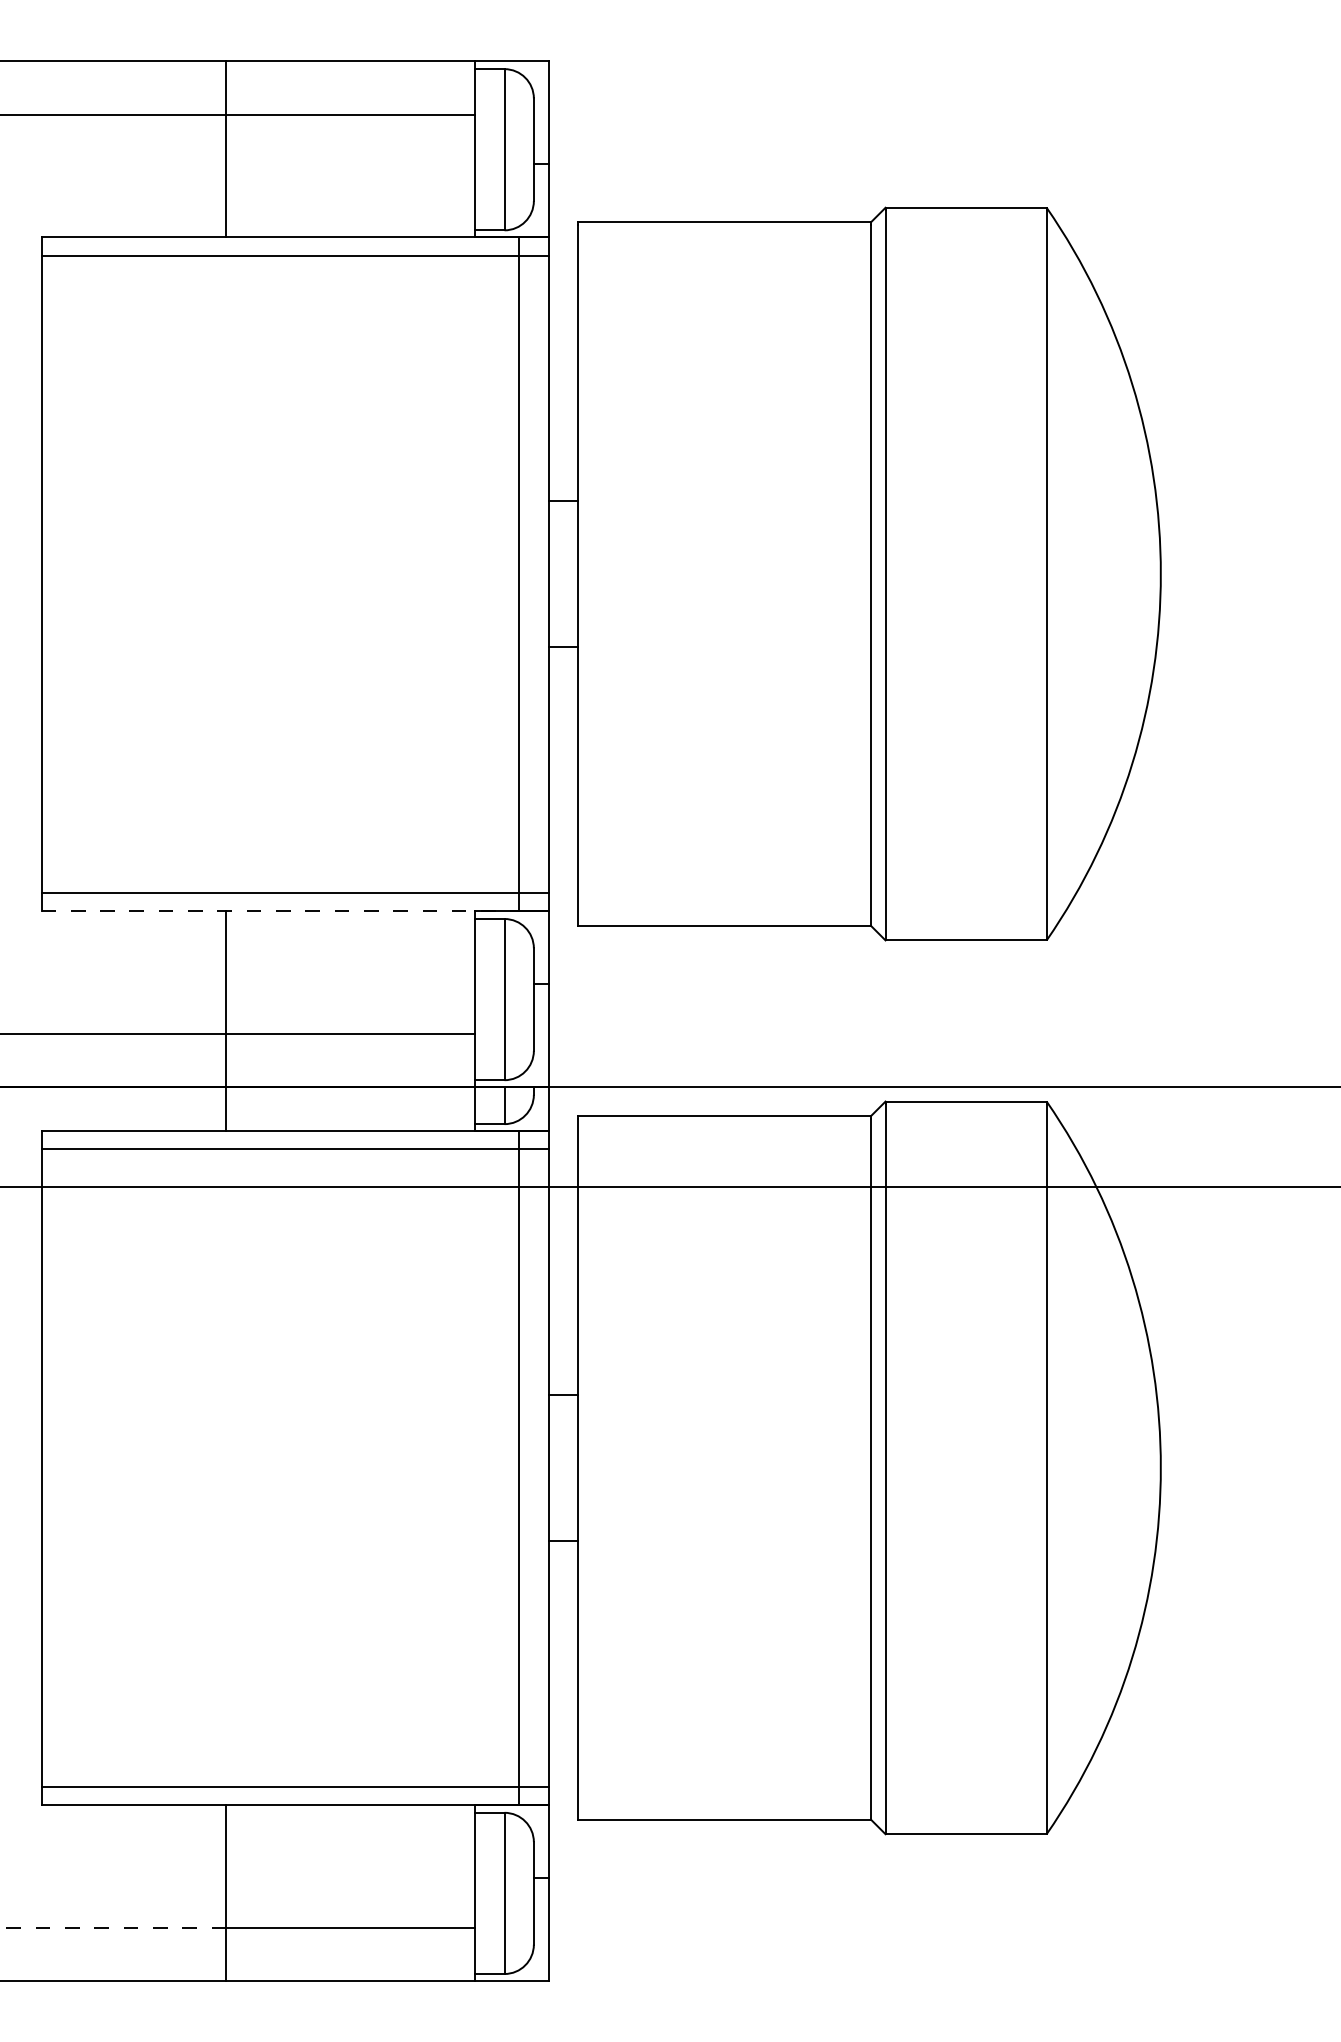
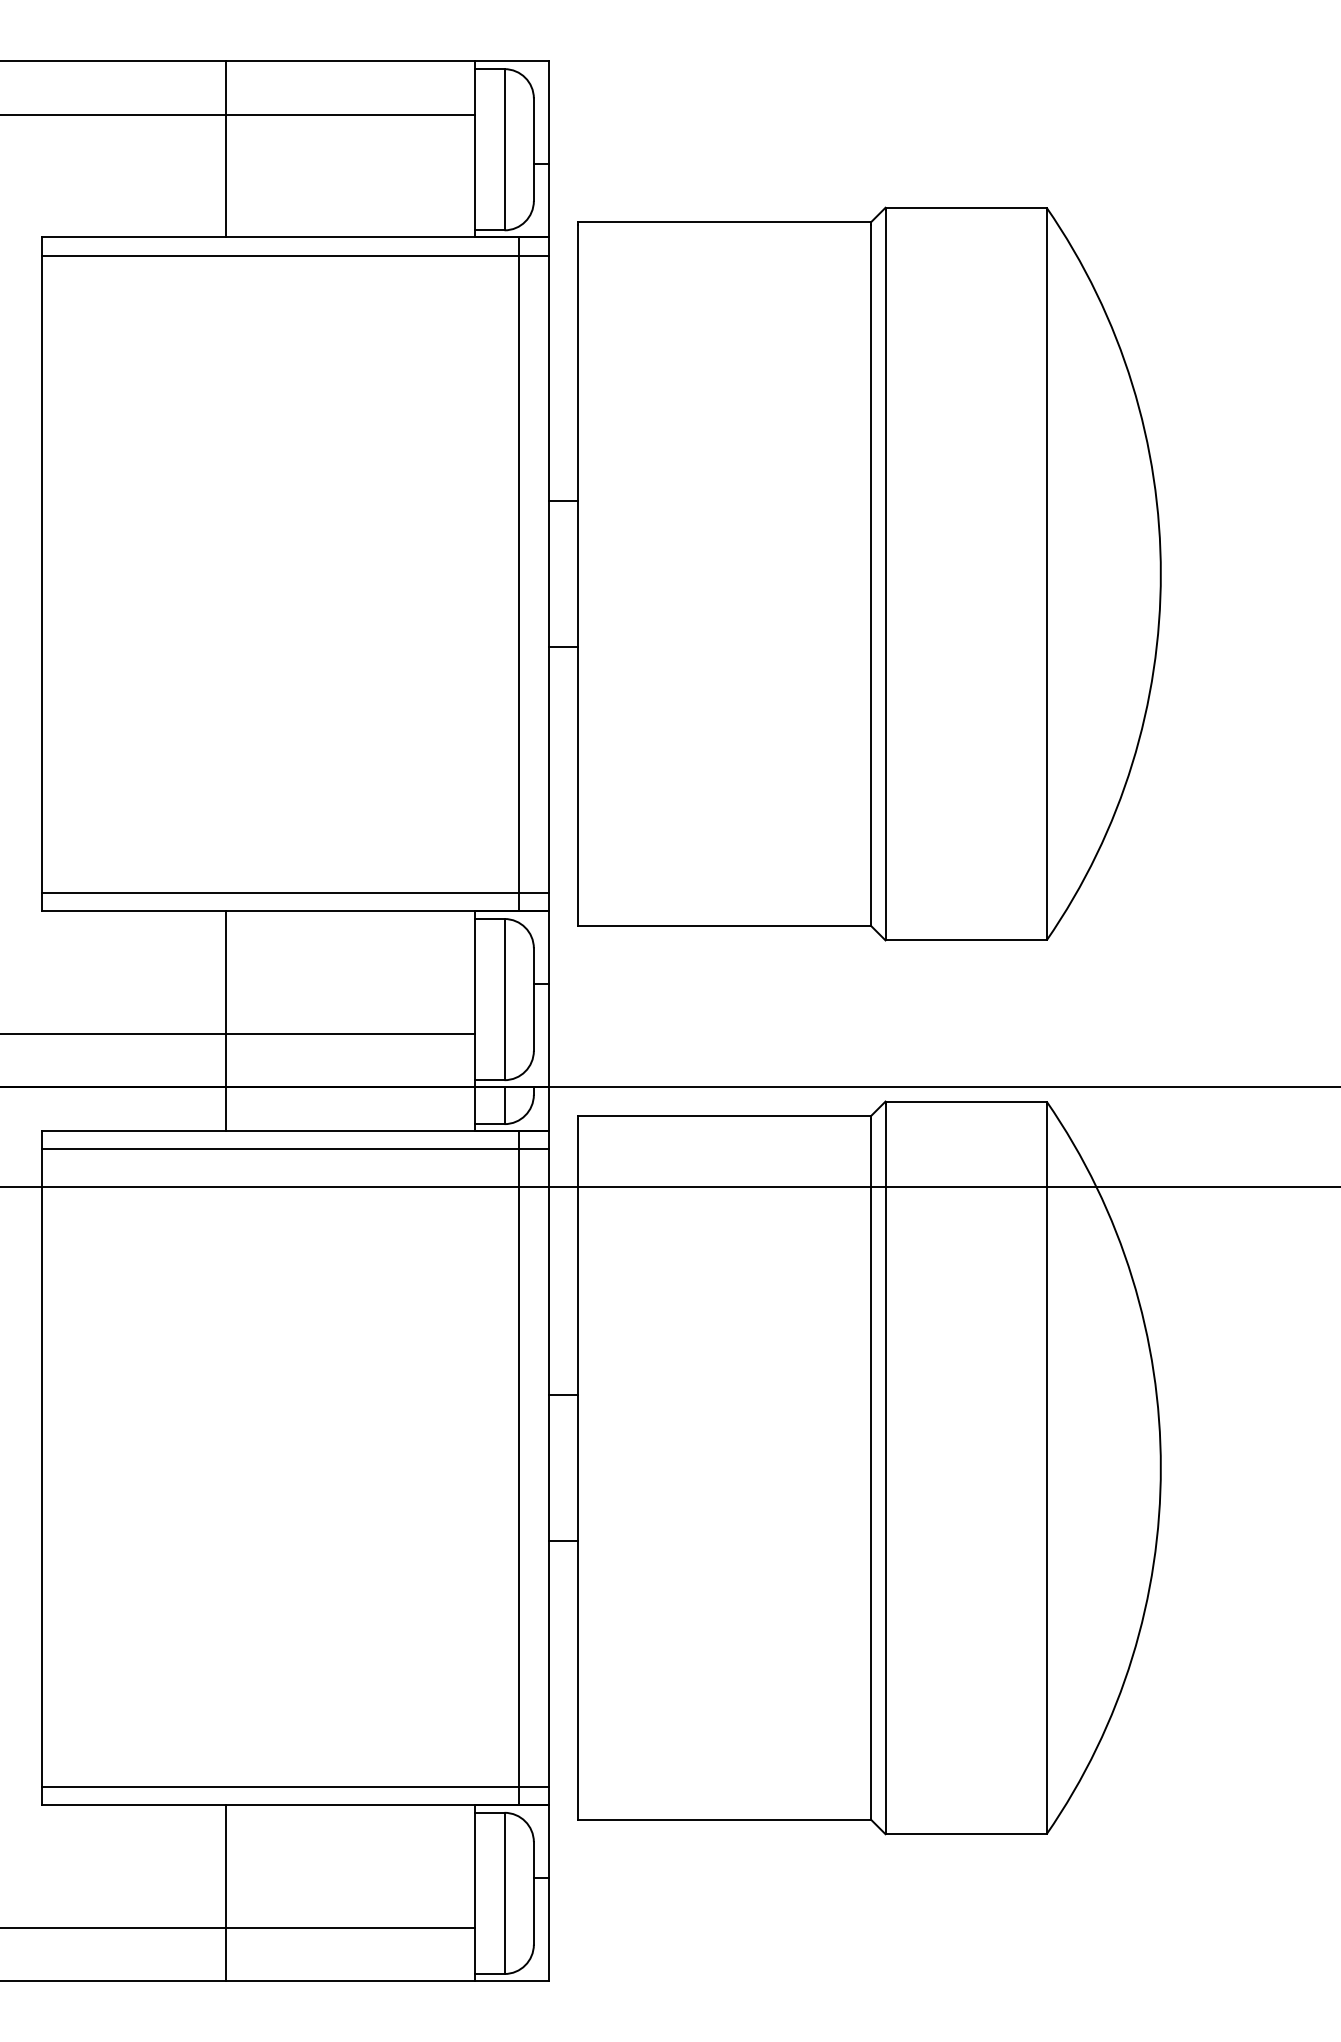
line at (280, 911): dashed -> solid
line at (113, 1927): dashed -> solid
